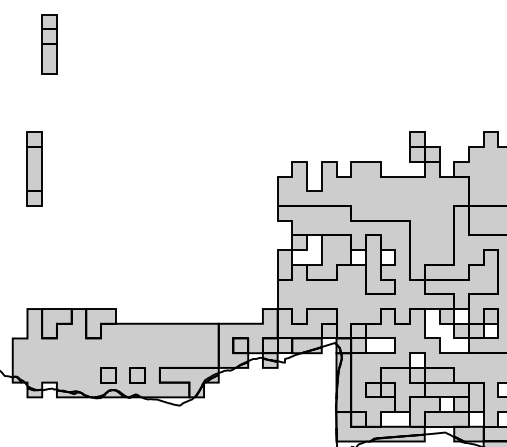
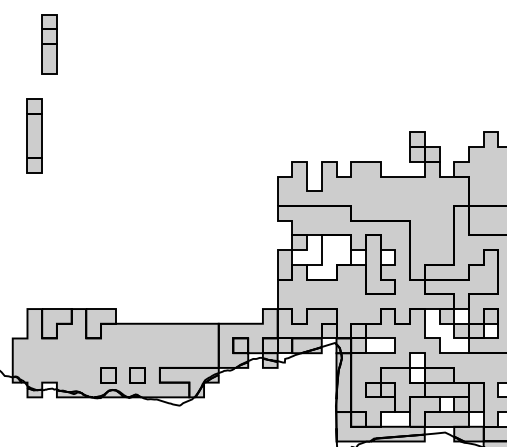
part at (34, 168) position: (34, 168) -> (34, 135)
fill at (329, 257): present -> none
fill at (417, 374): present -> none
